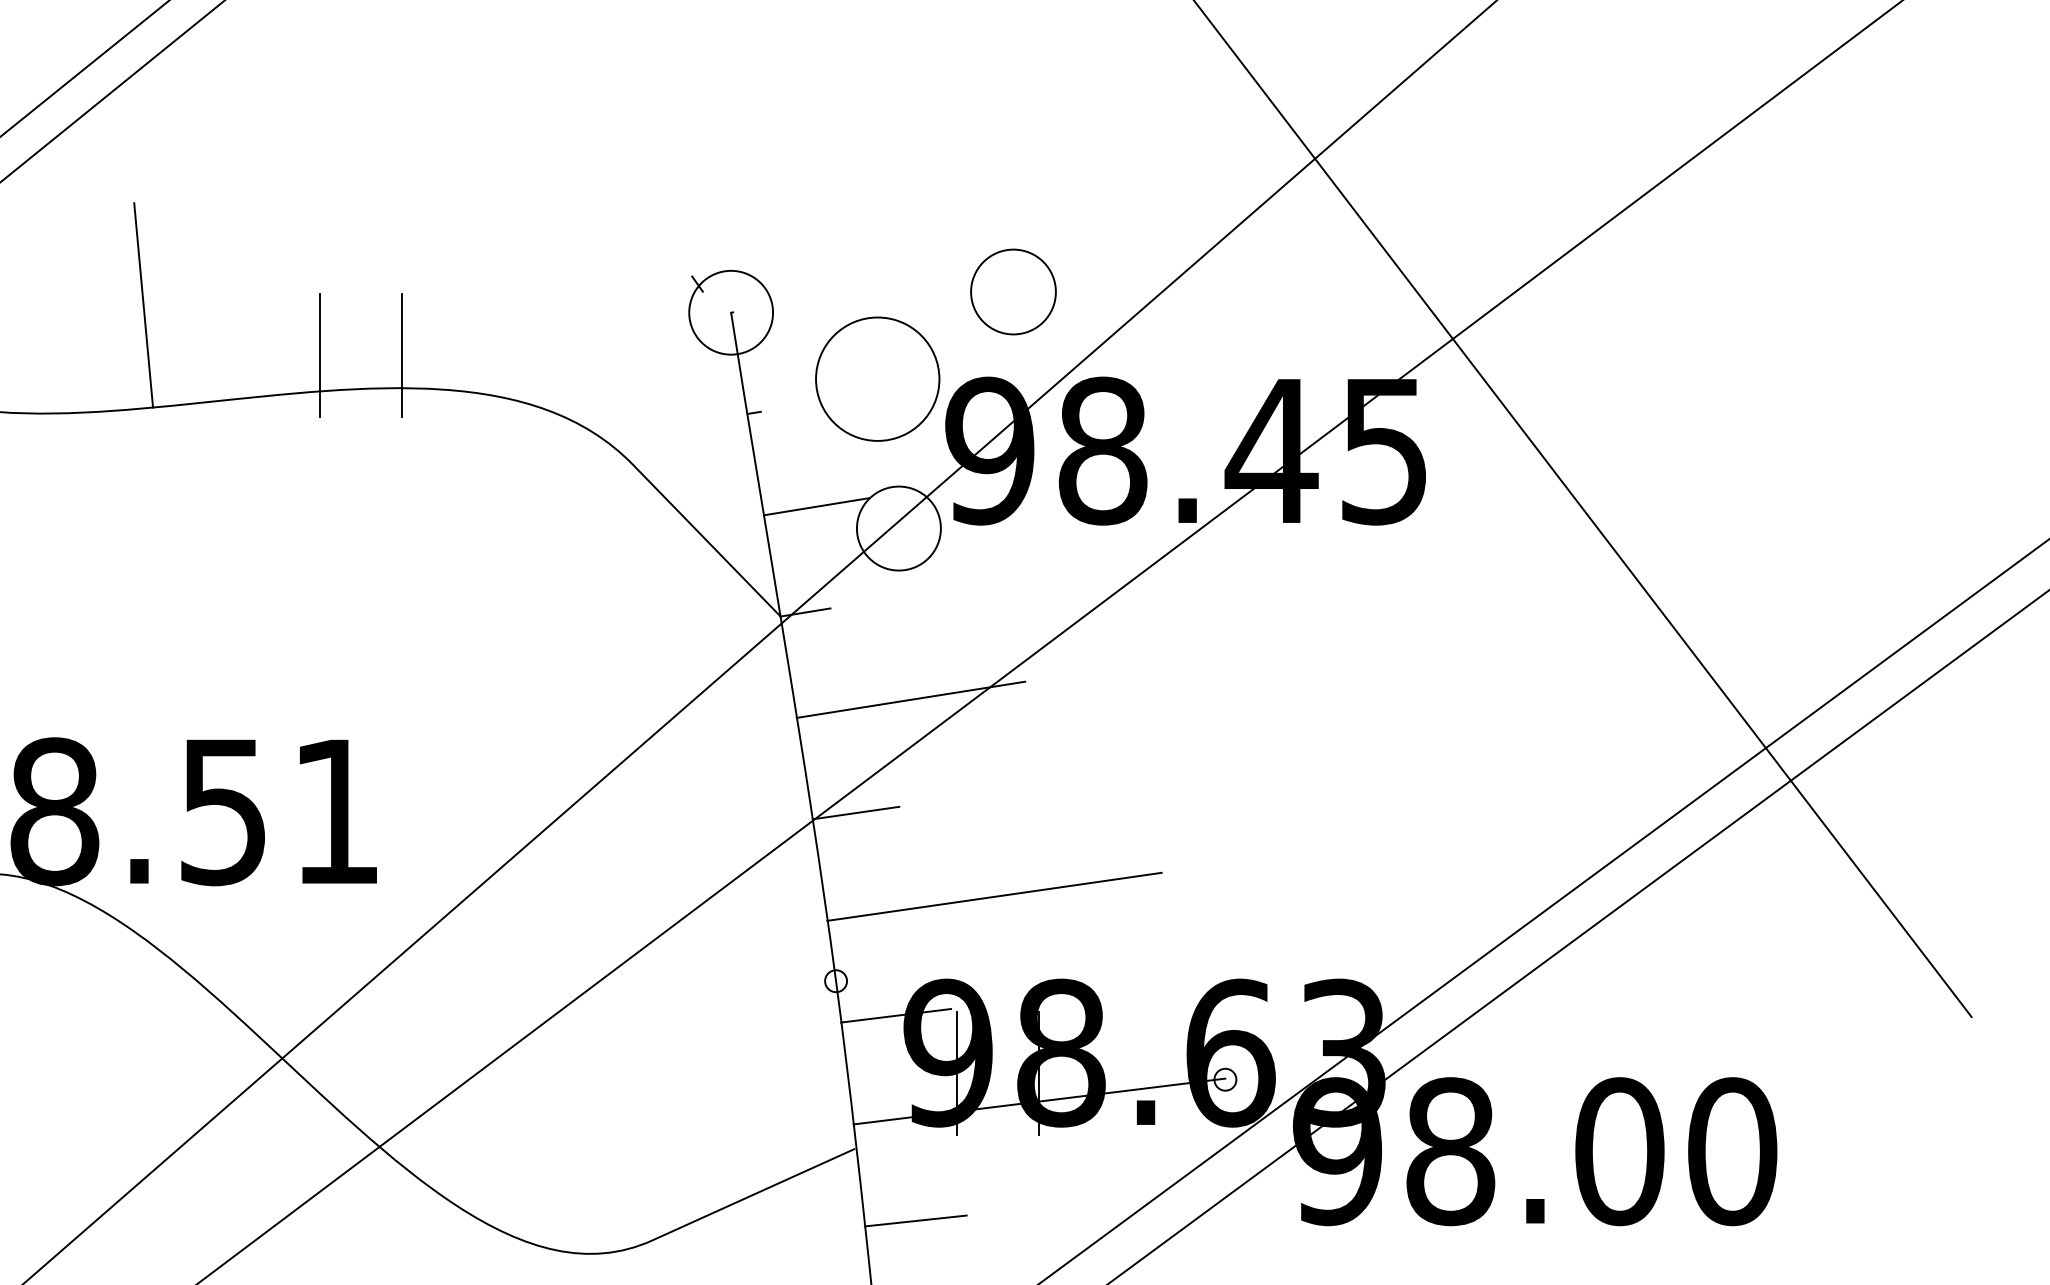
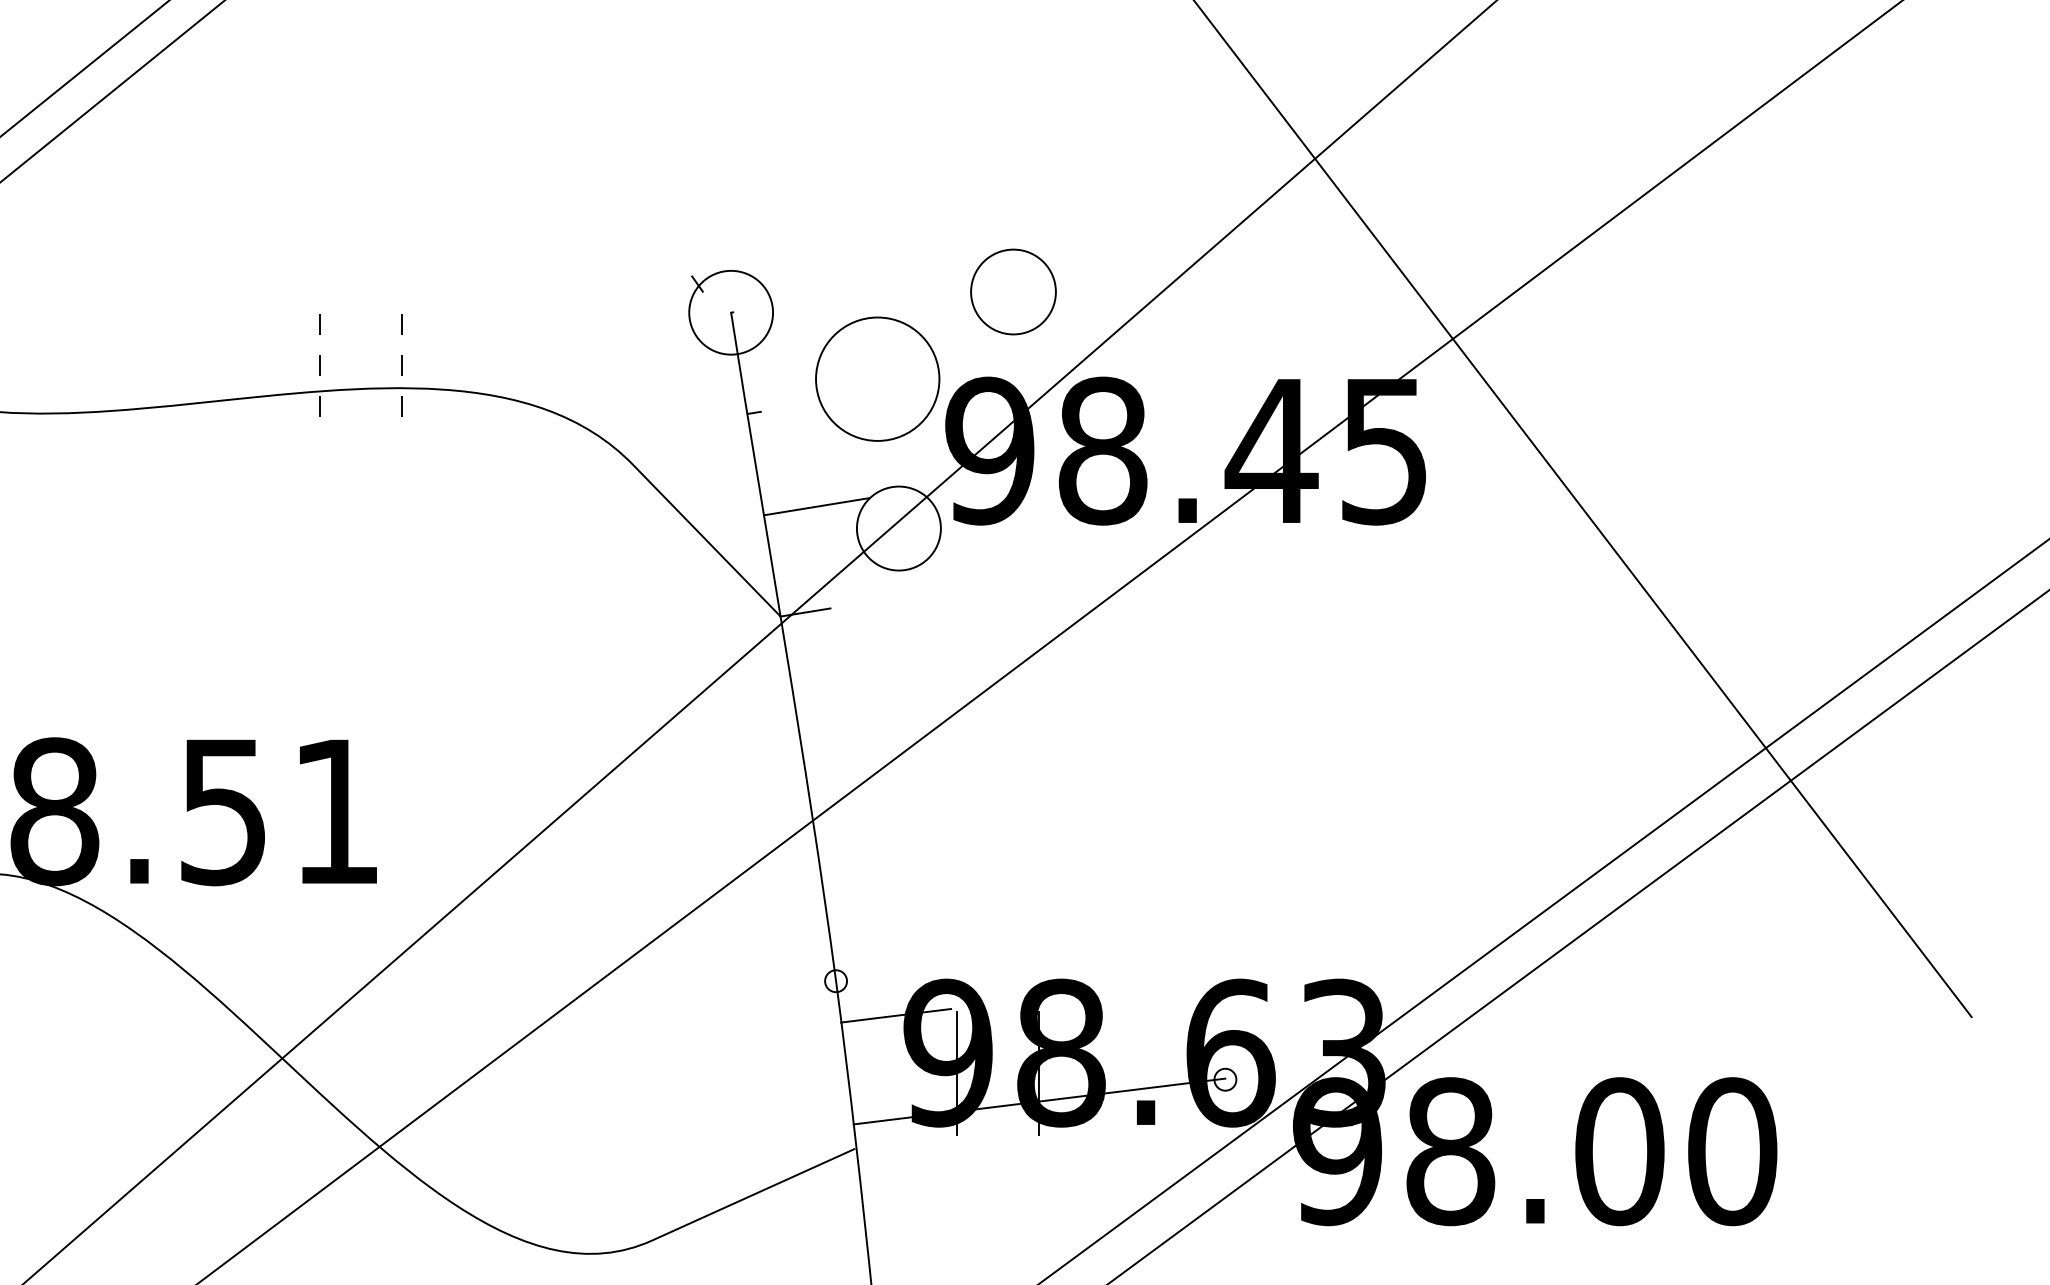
line at (143, 305): present -> none
line at (320, 355): solid -> dashed
line at (402, 355): solid -> dashed
line at (910, 699): present -> none
line at (855, 812): present -> none
line at (994, 896): present -> none
line at (915, 1220): present -> none
